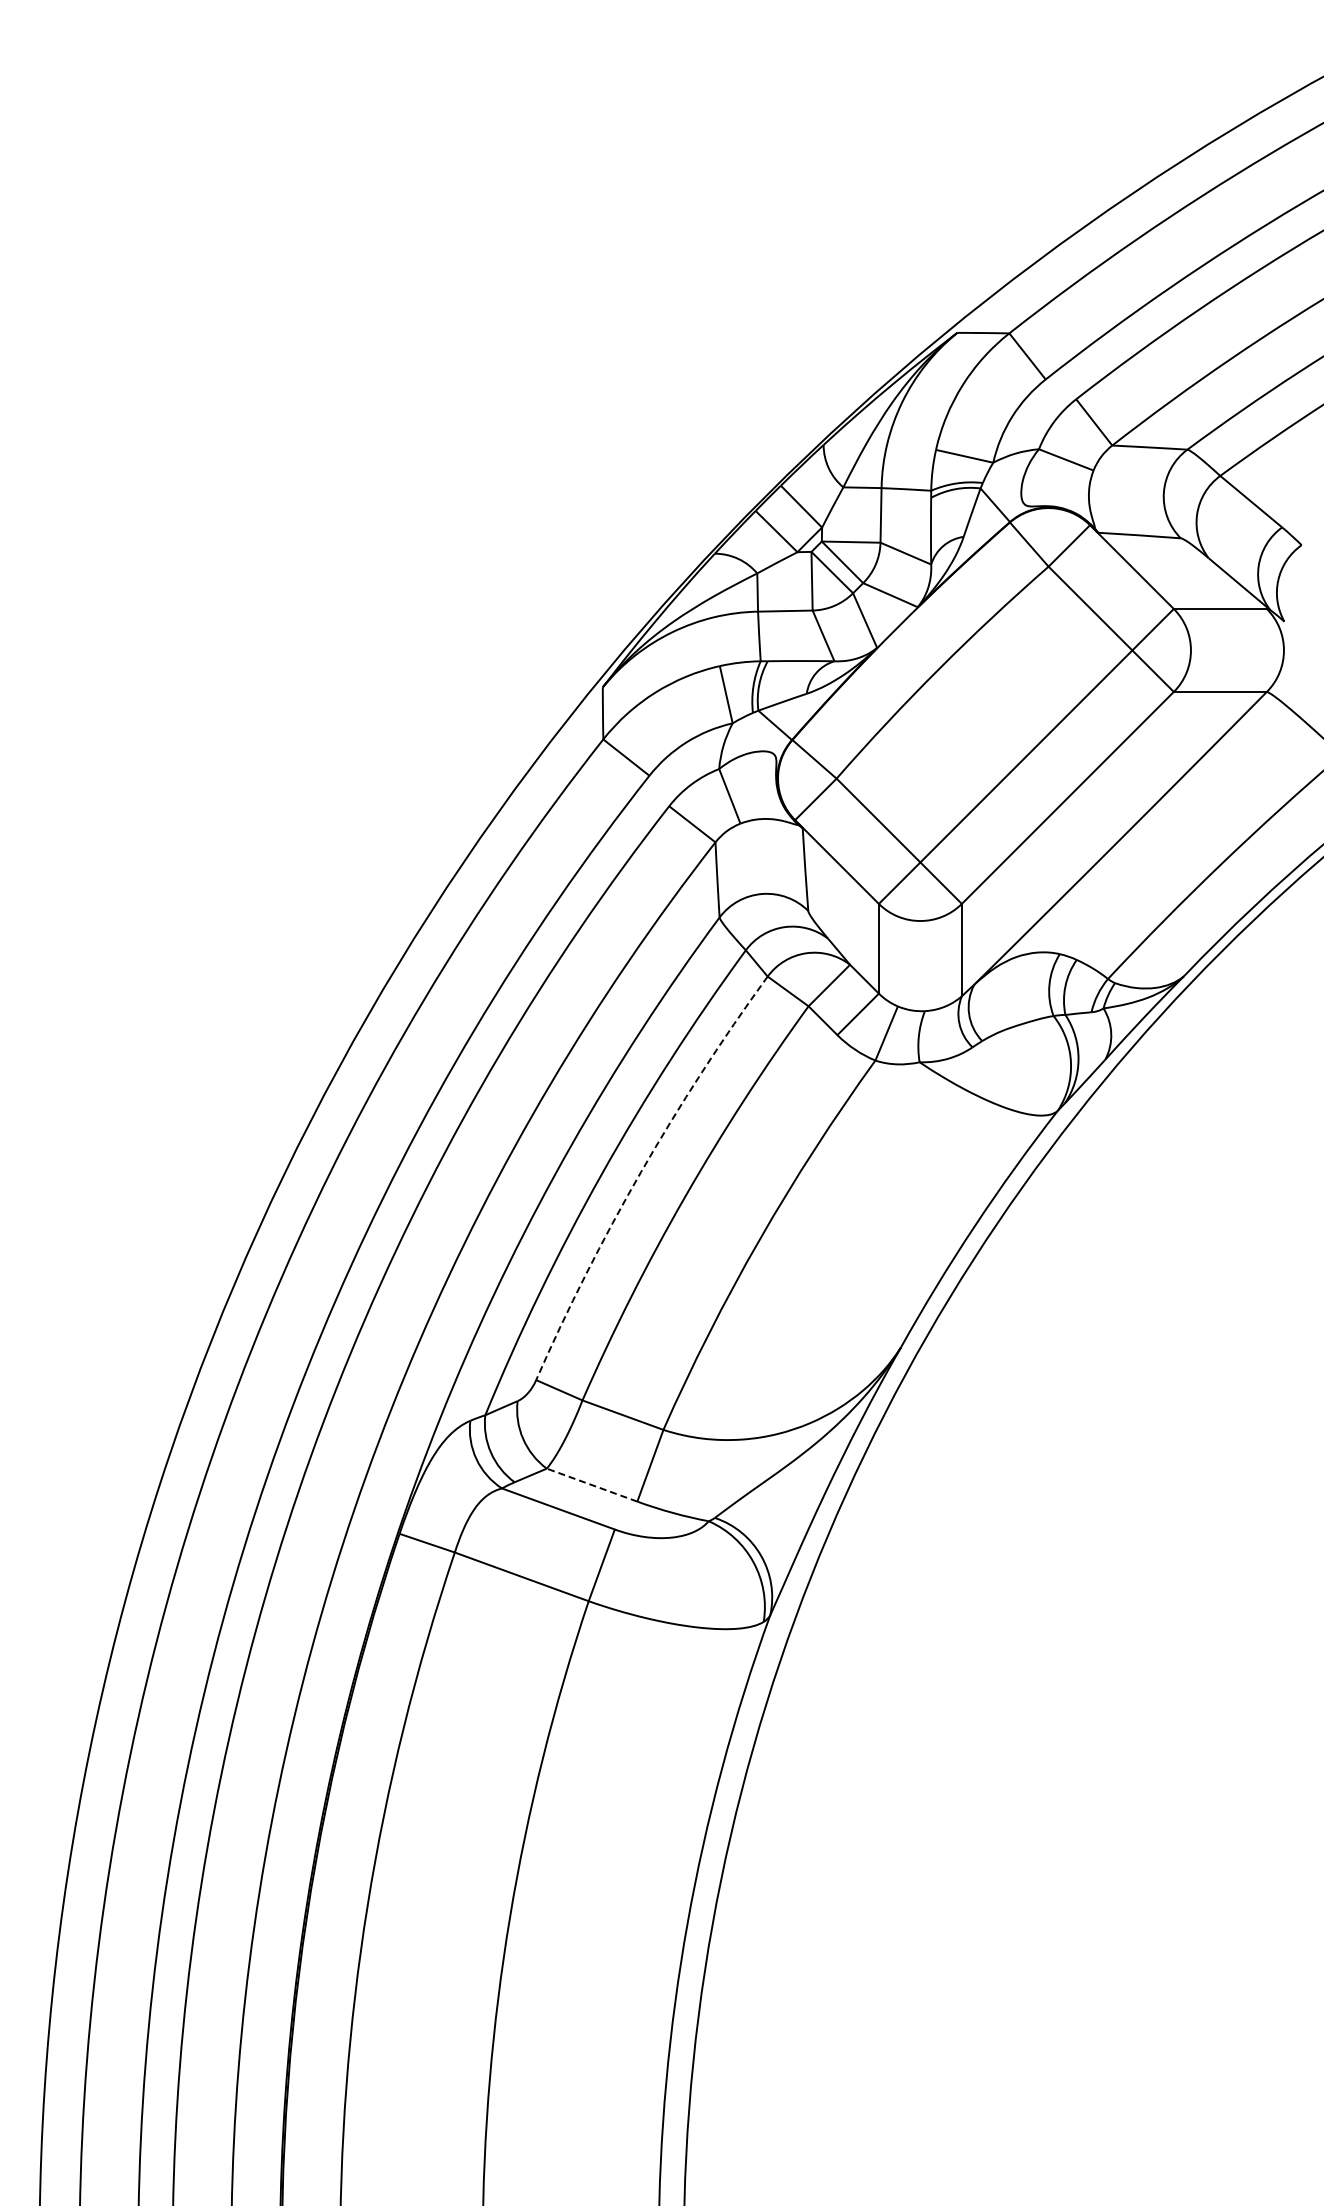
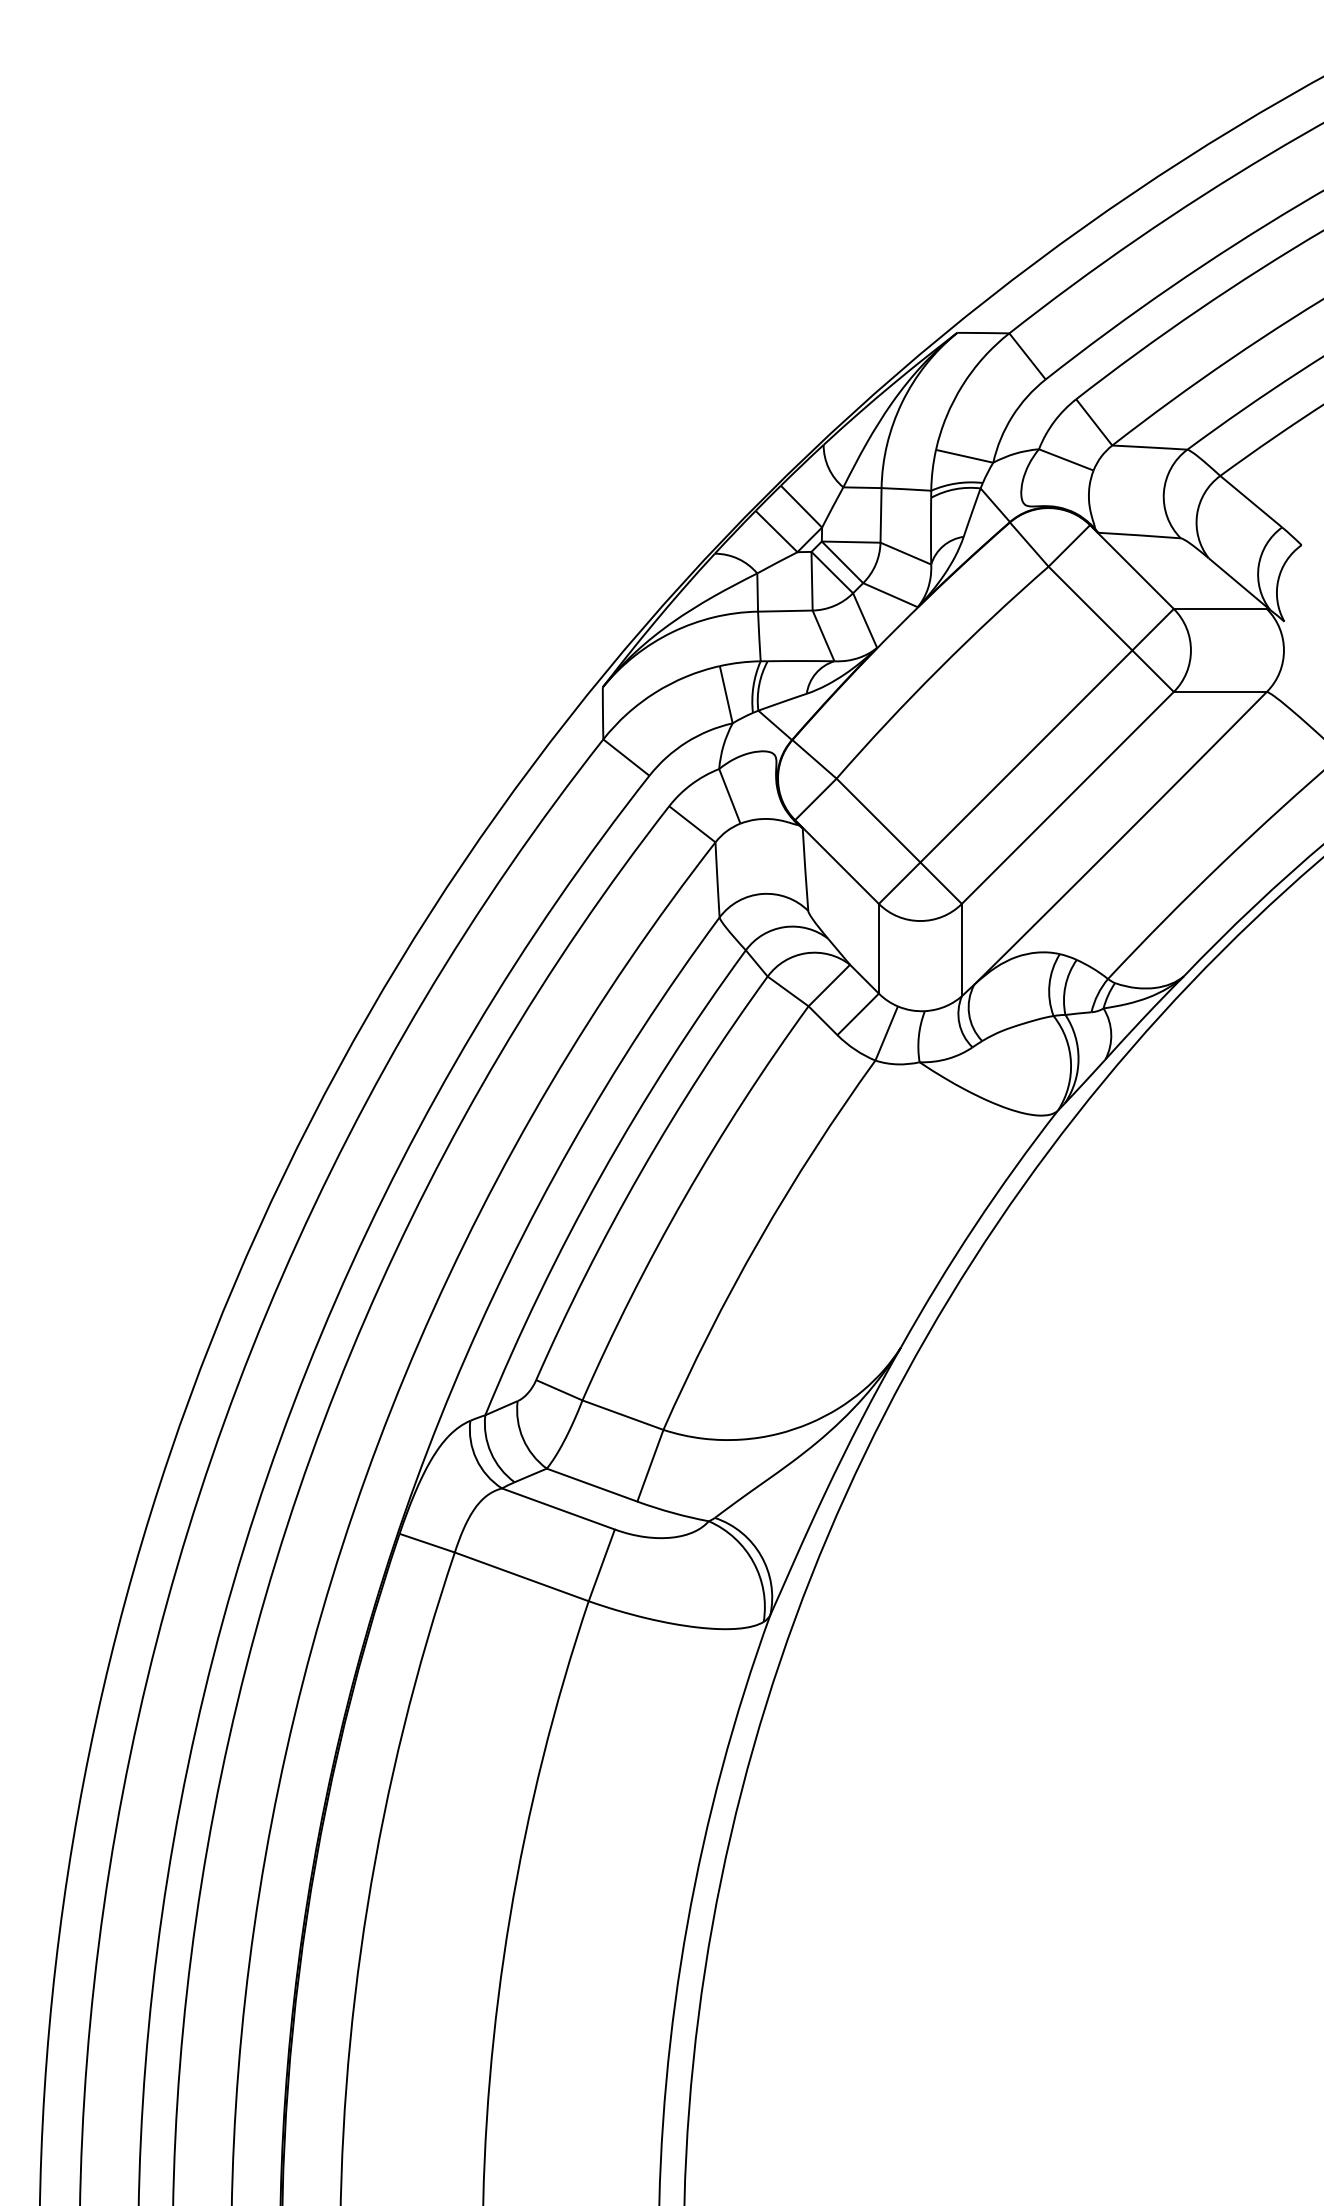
arc at (641, 1172): dashed -> solid
line at (591, 1484): dashed -> solid
